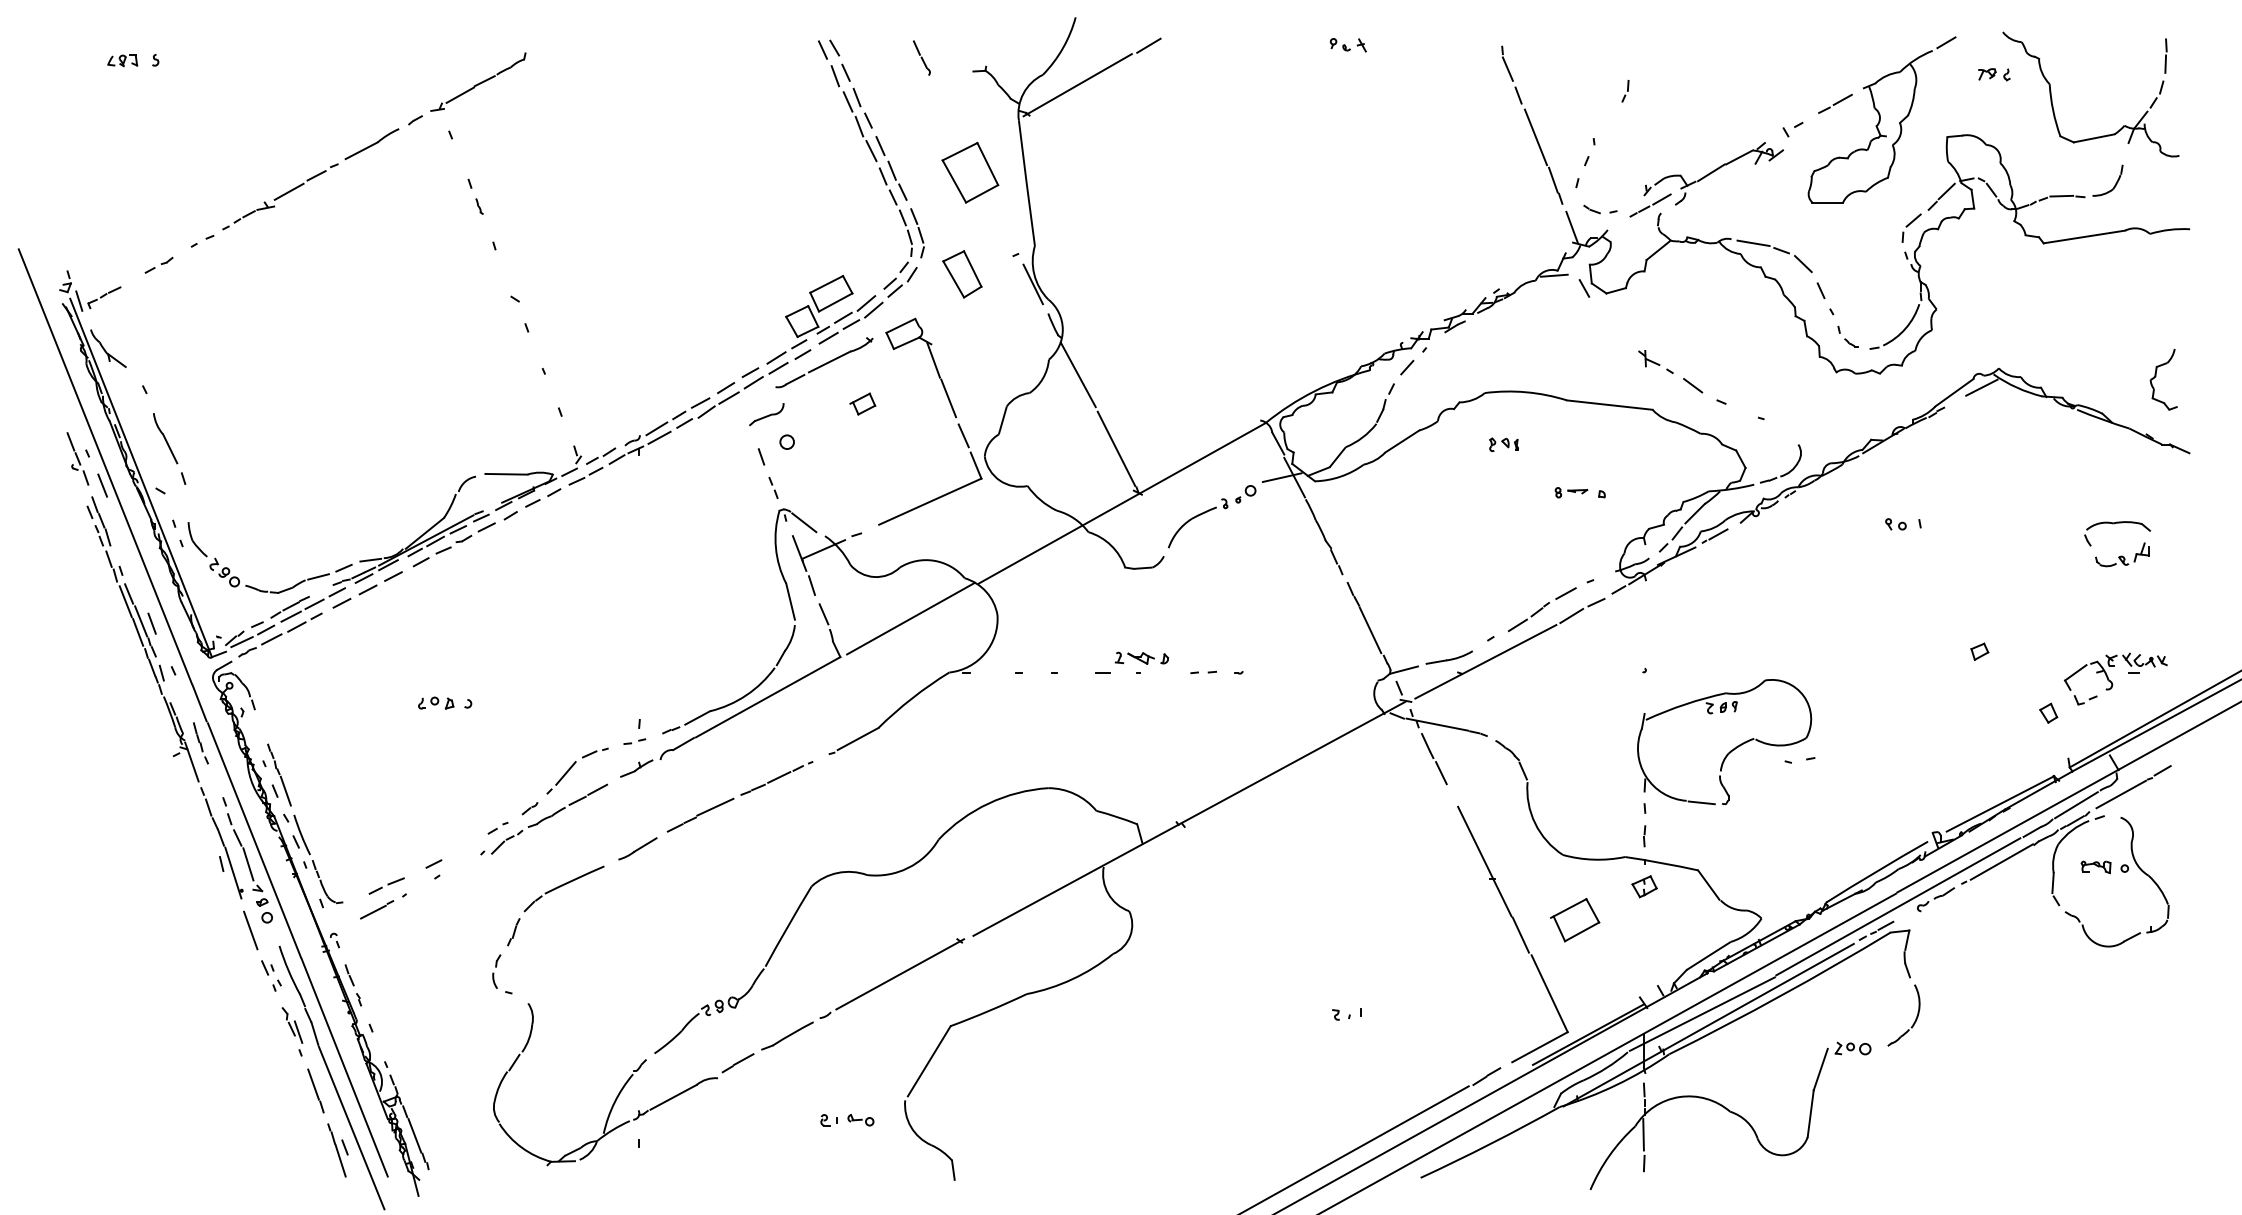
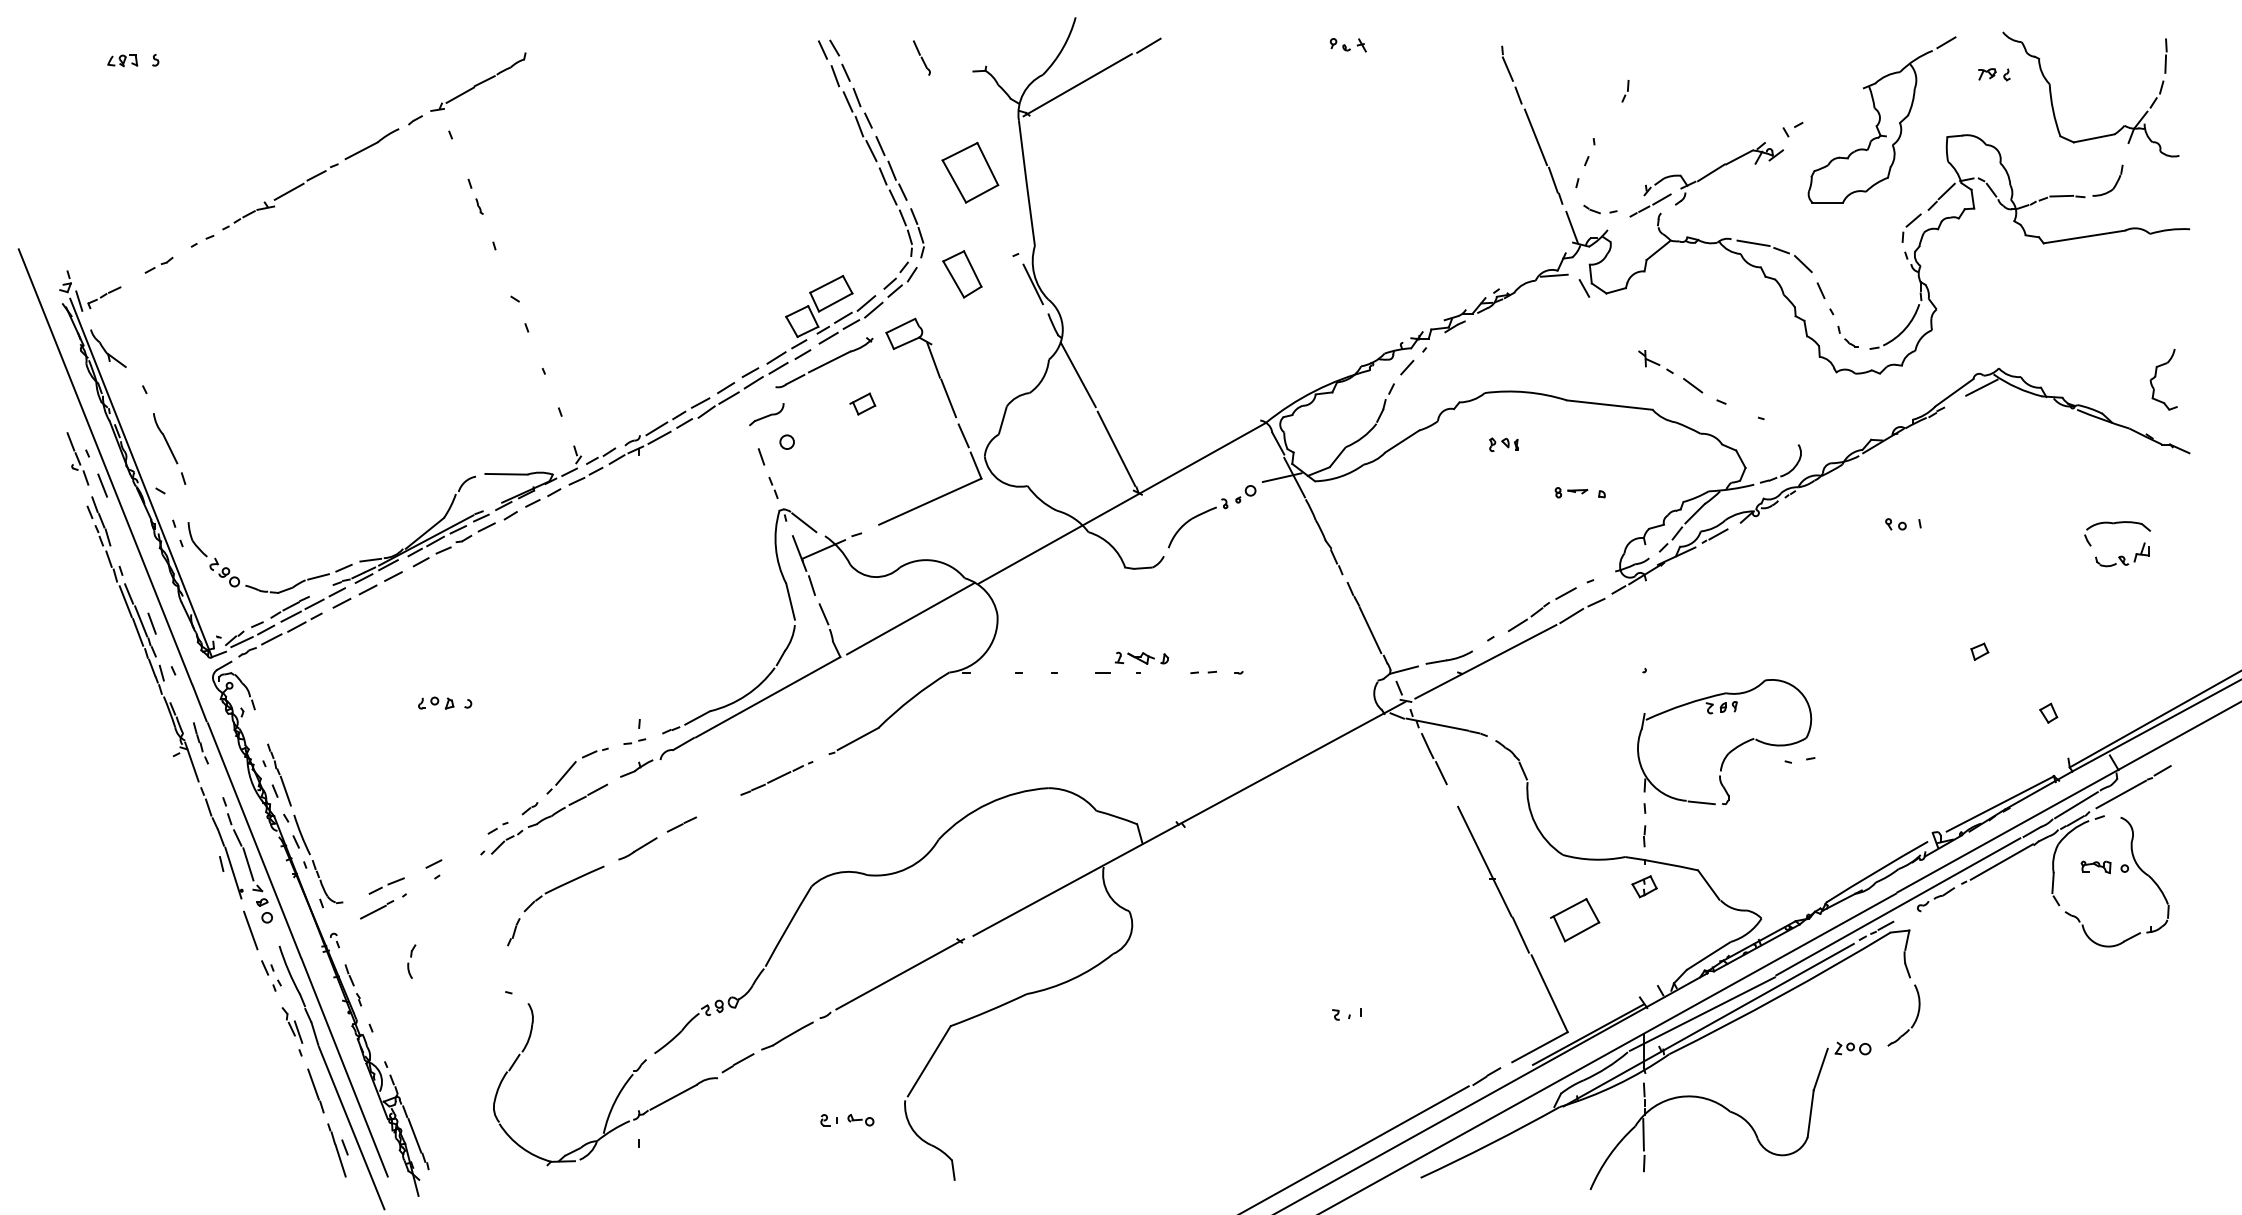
line at (1835, 103): present -> none
part at (2115, 678): present -> none
line at (715, 806): present -> none
part at (496, 971) position: (496, 971) -> (411, 961)
